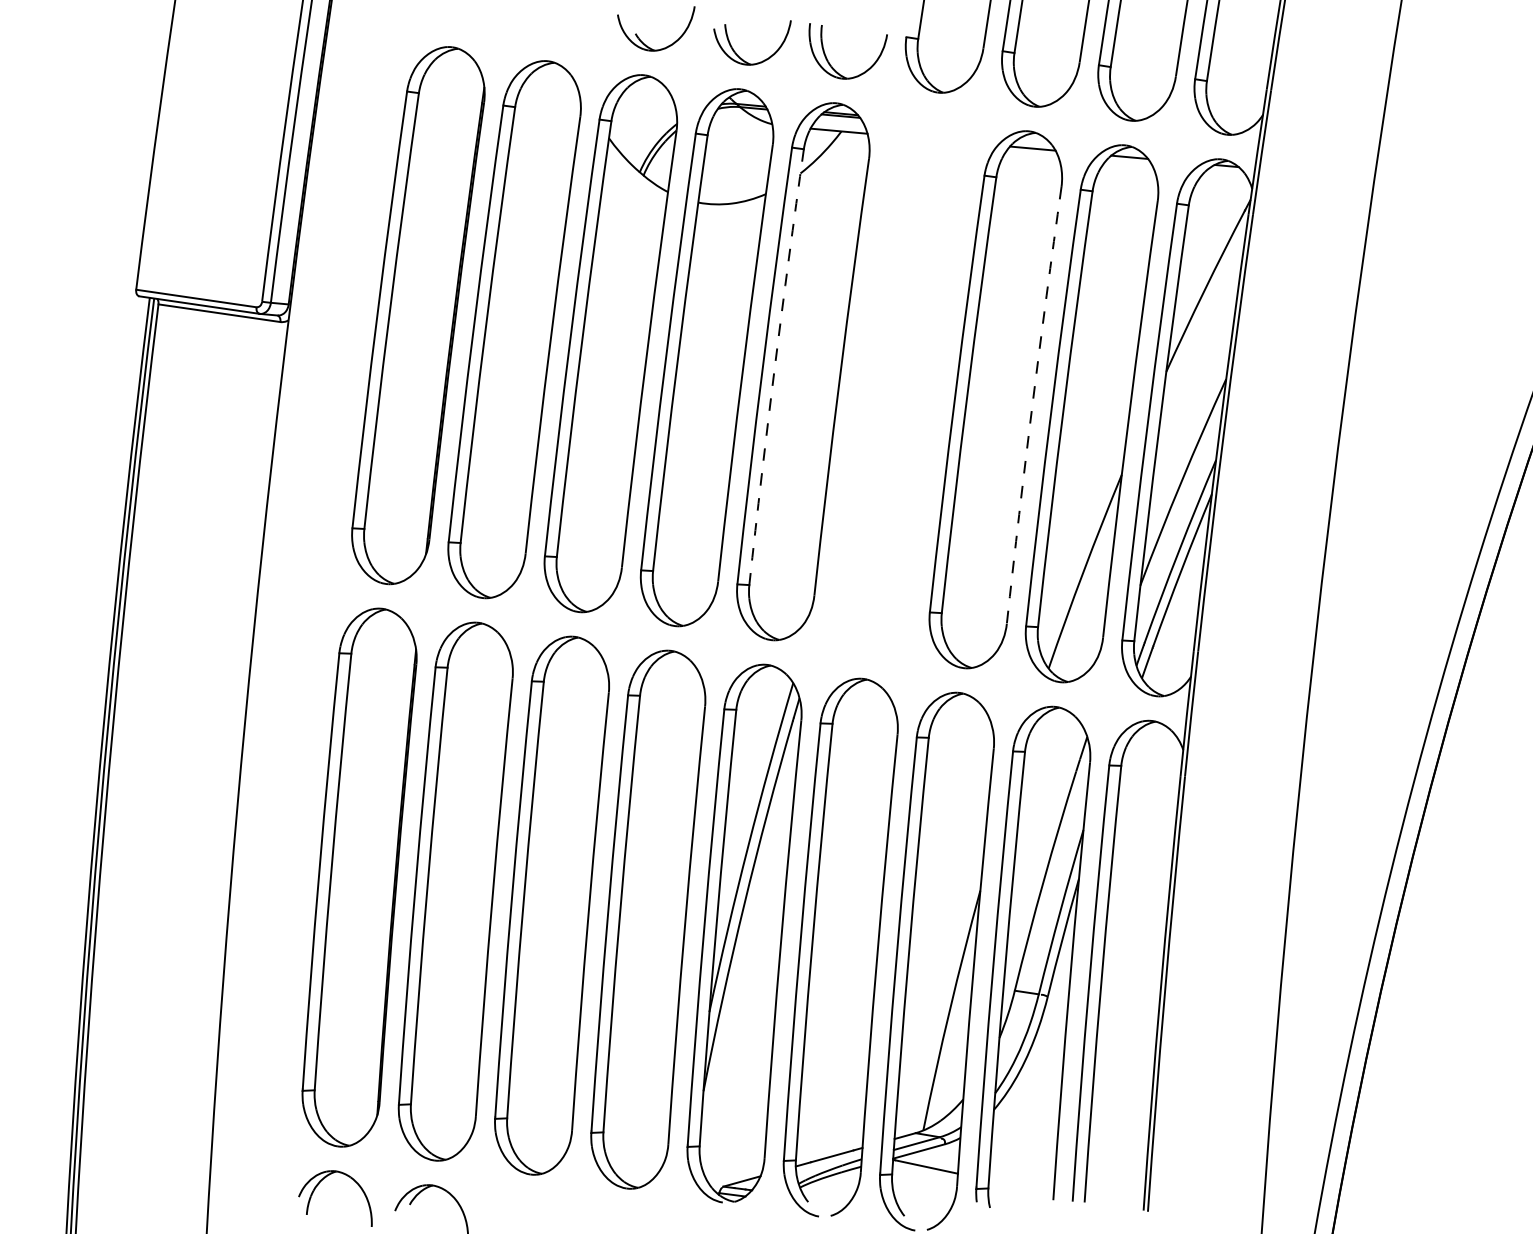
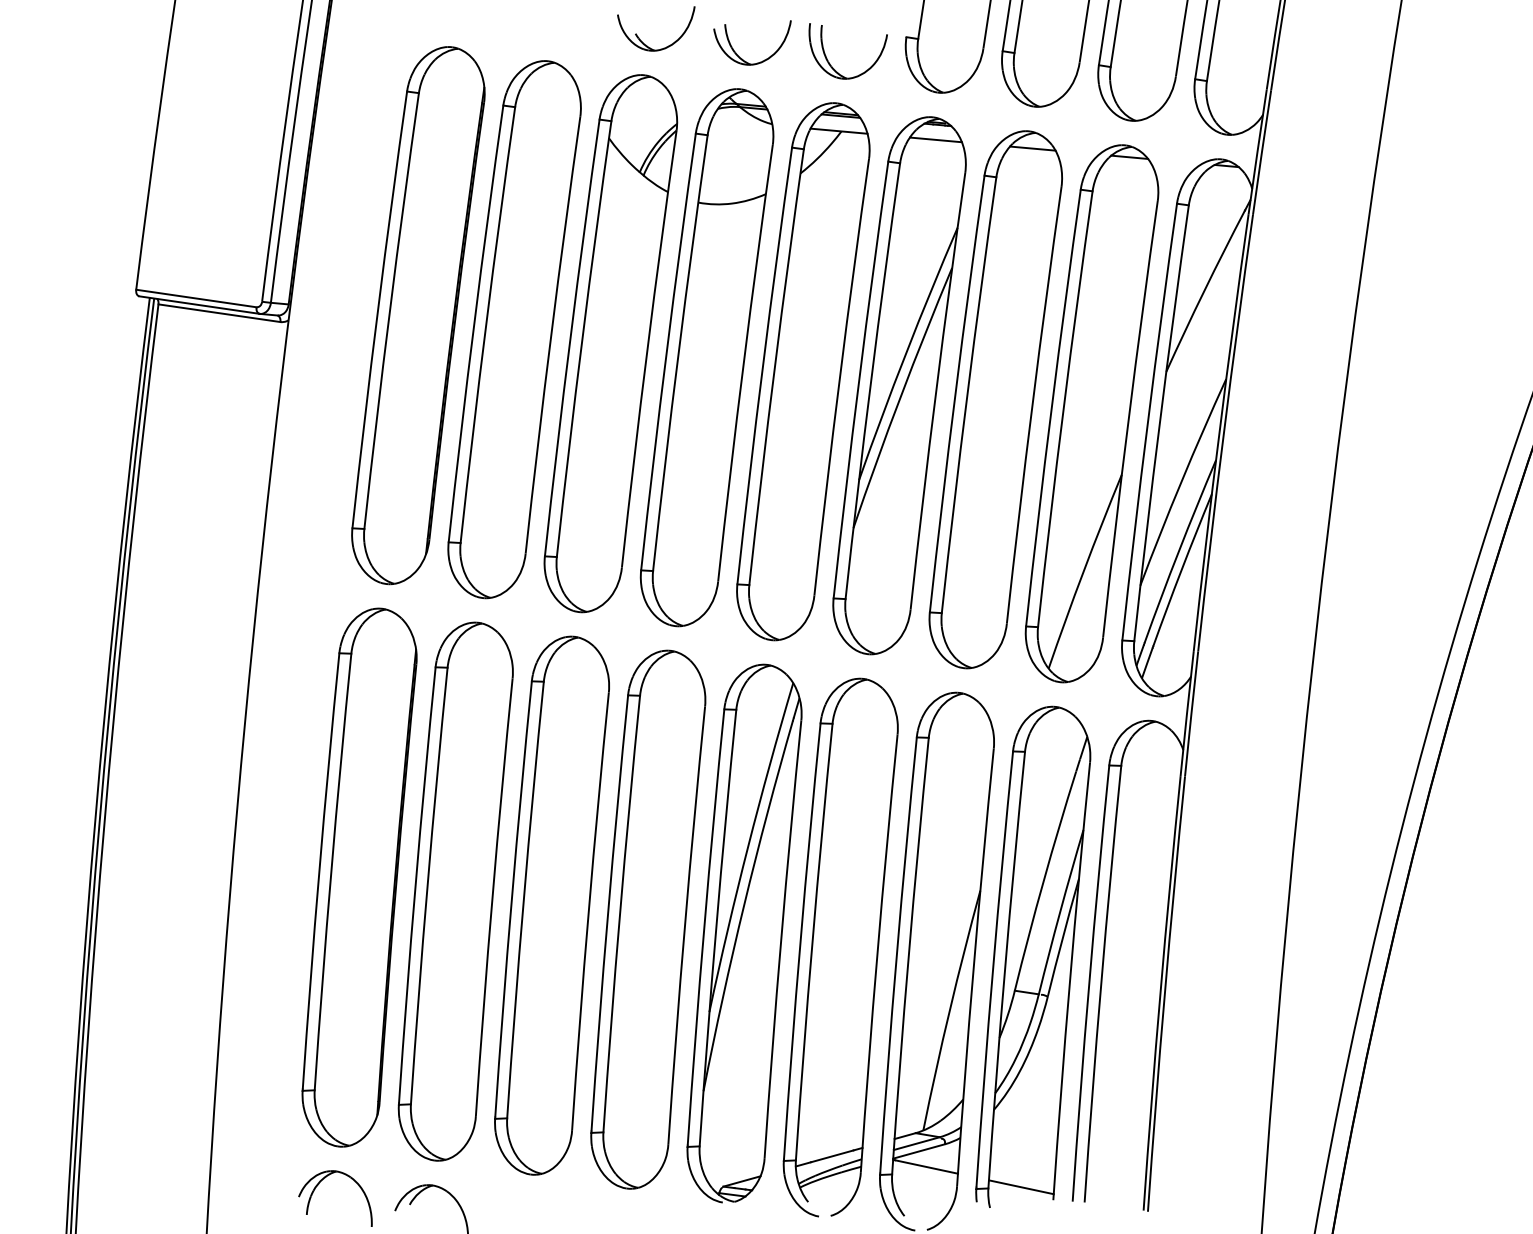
arc at (774, 366): dashed -> solid
part at (899, 385): none -> present
arc at (1032, 405): dashed -> solid
line at (1021, 1187): none -> present
